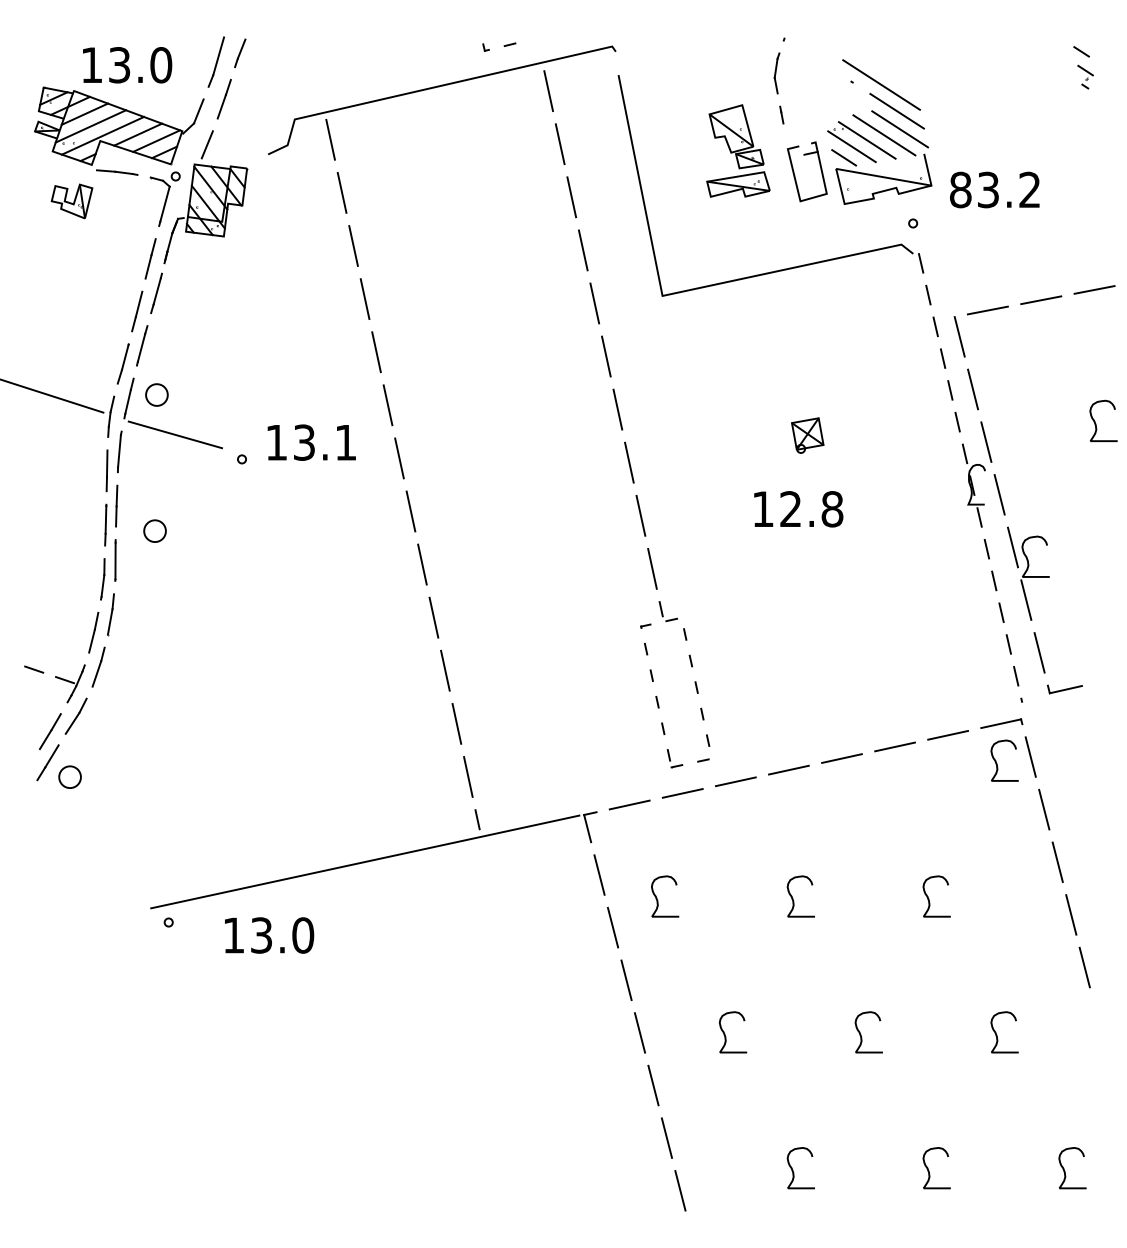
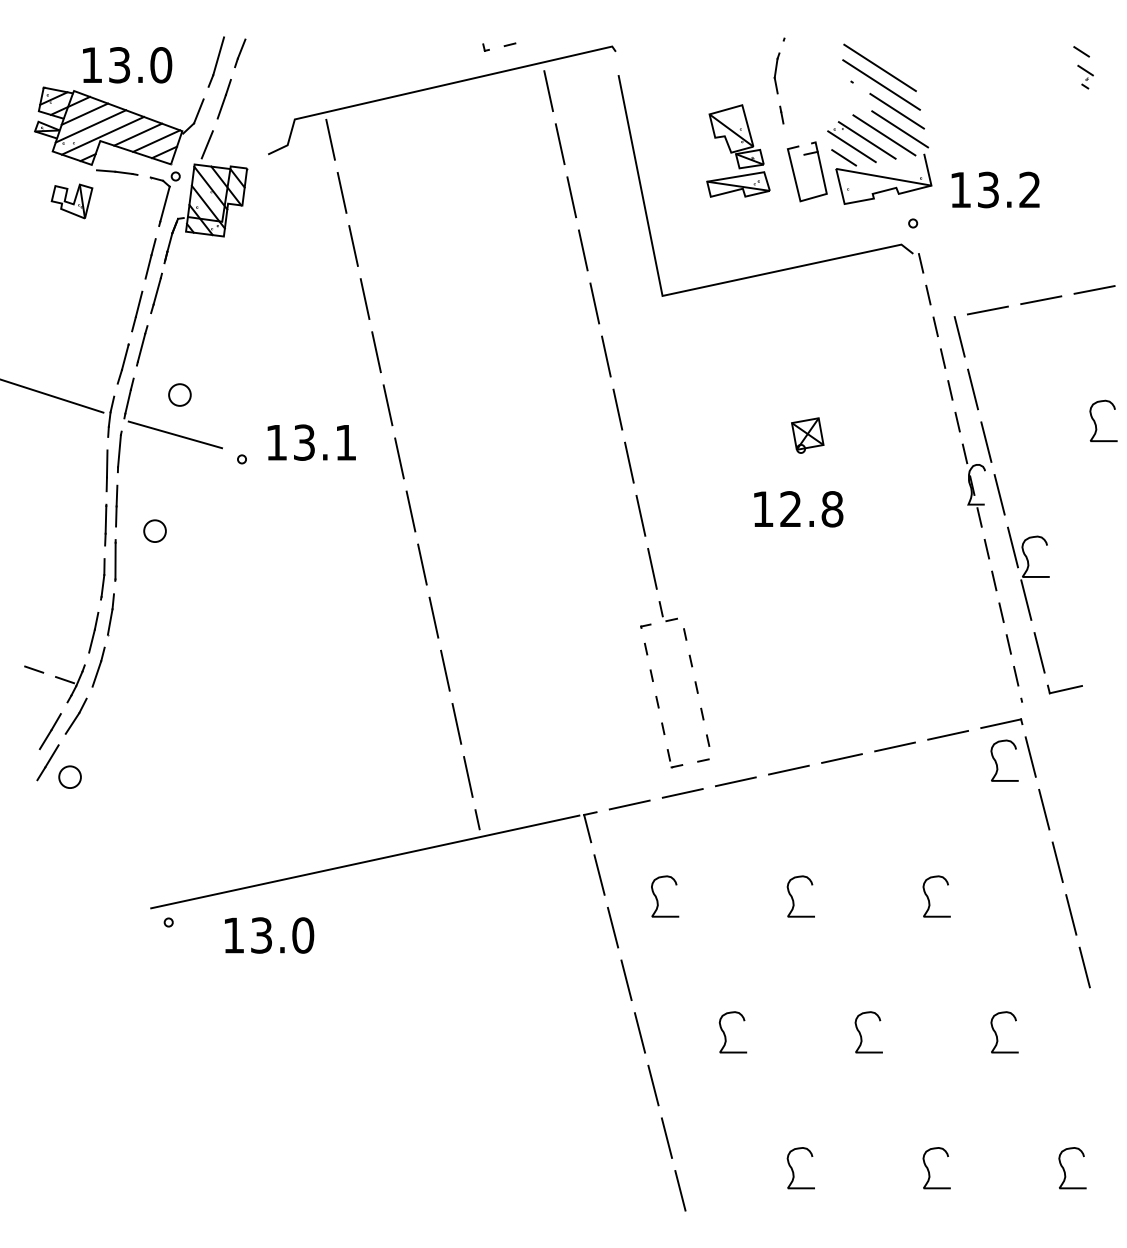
line at (879, 67): none -> present
text at (960, 189): 83.2 -> 13.2
part at (156, 394) position: (156, 394) -> (179, 394)
